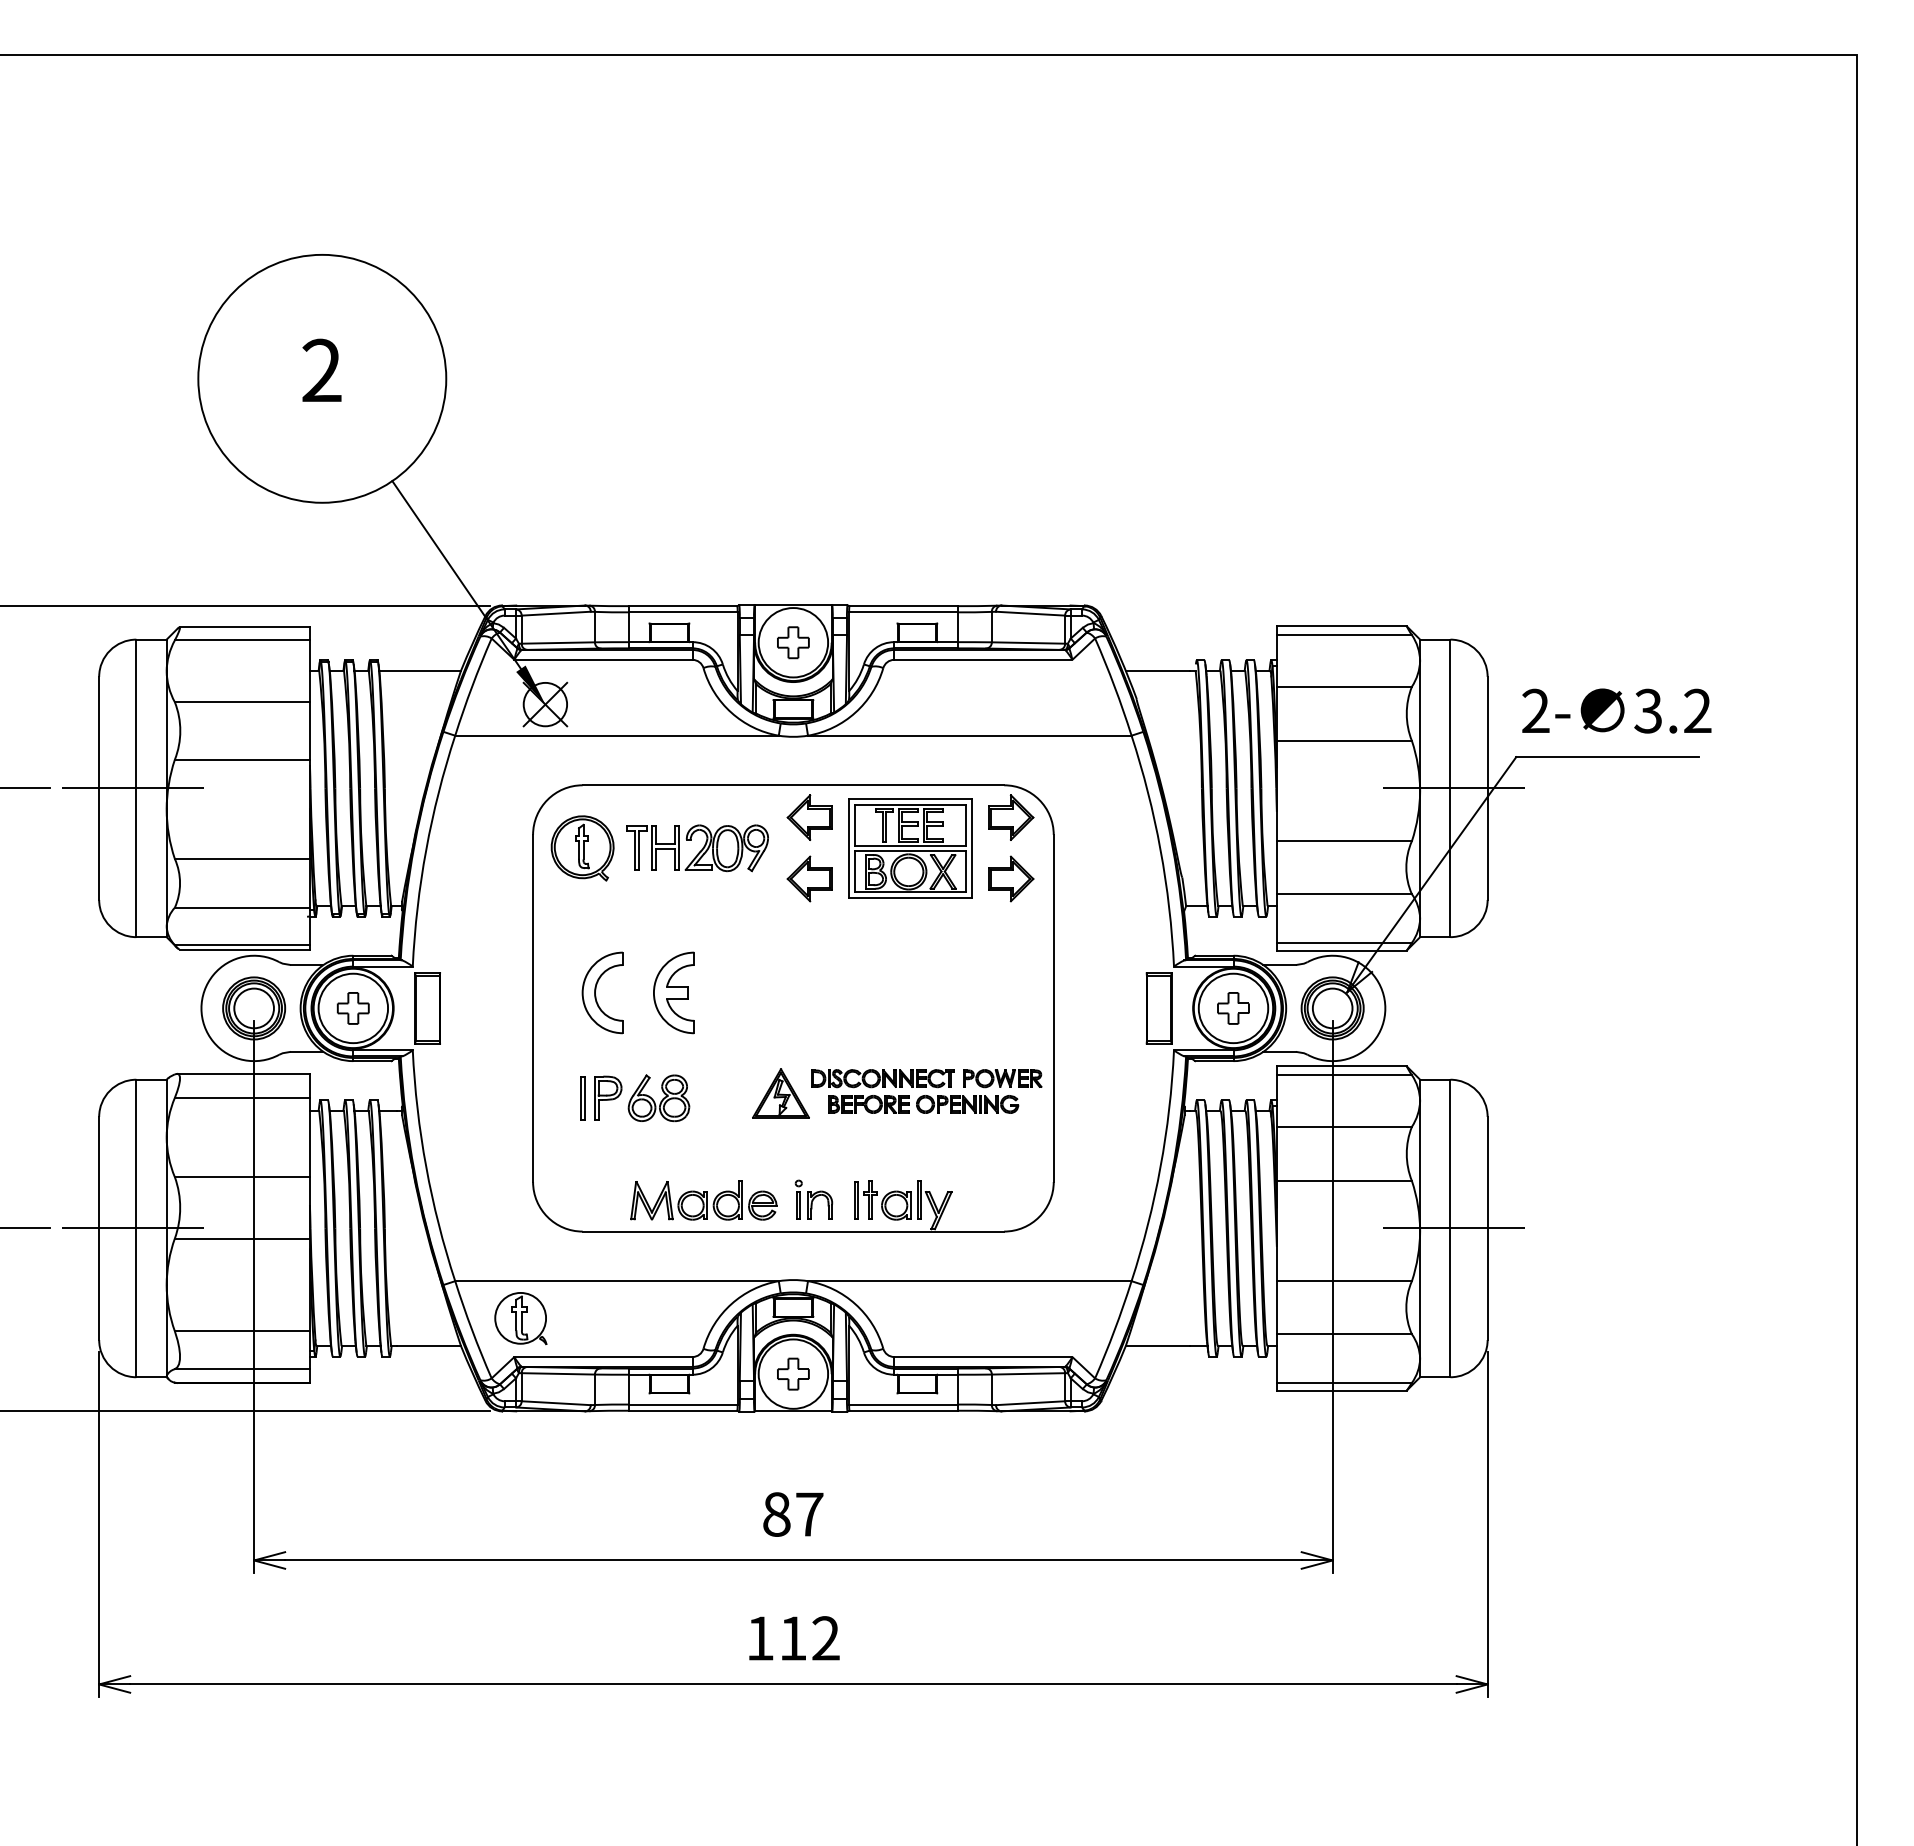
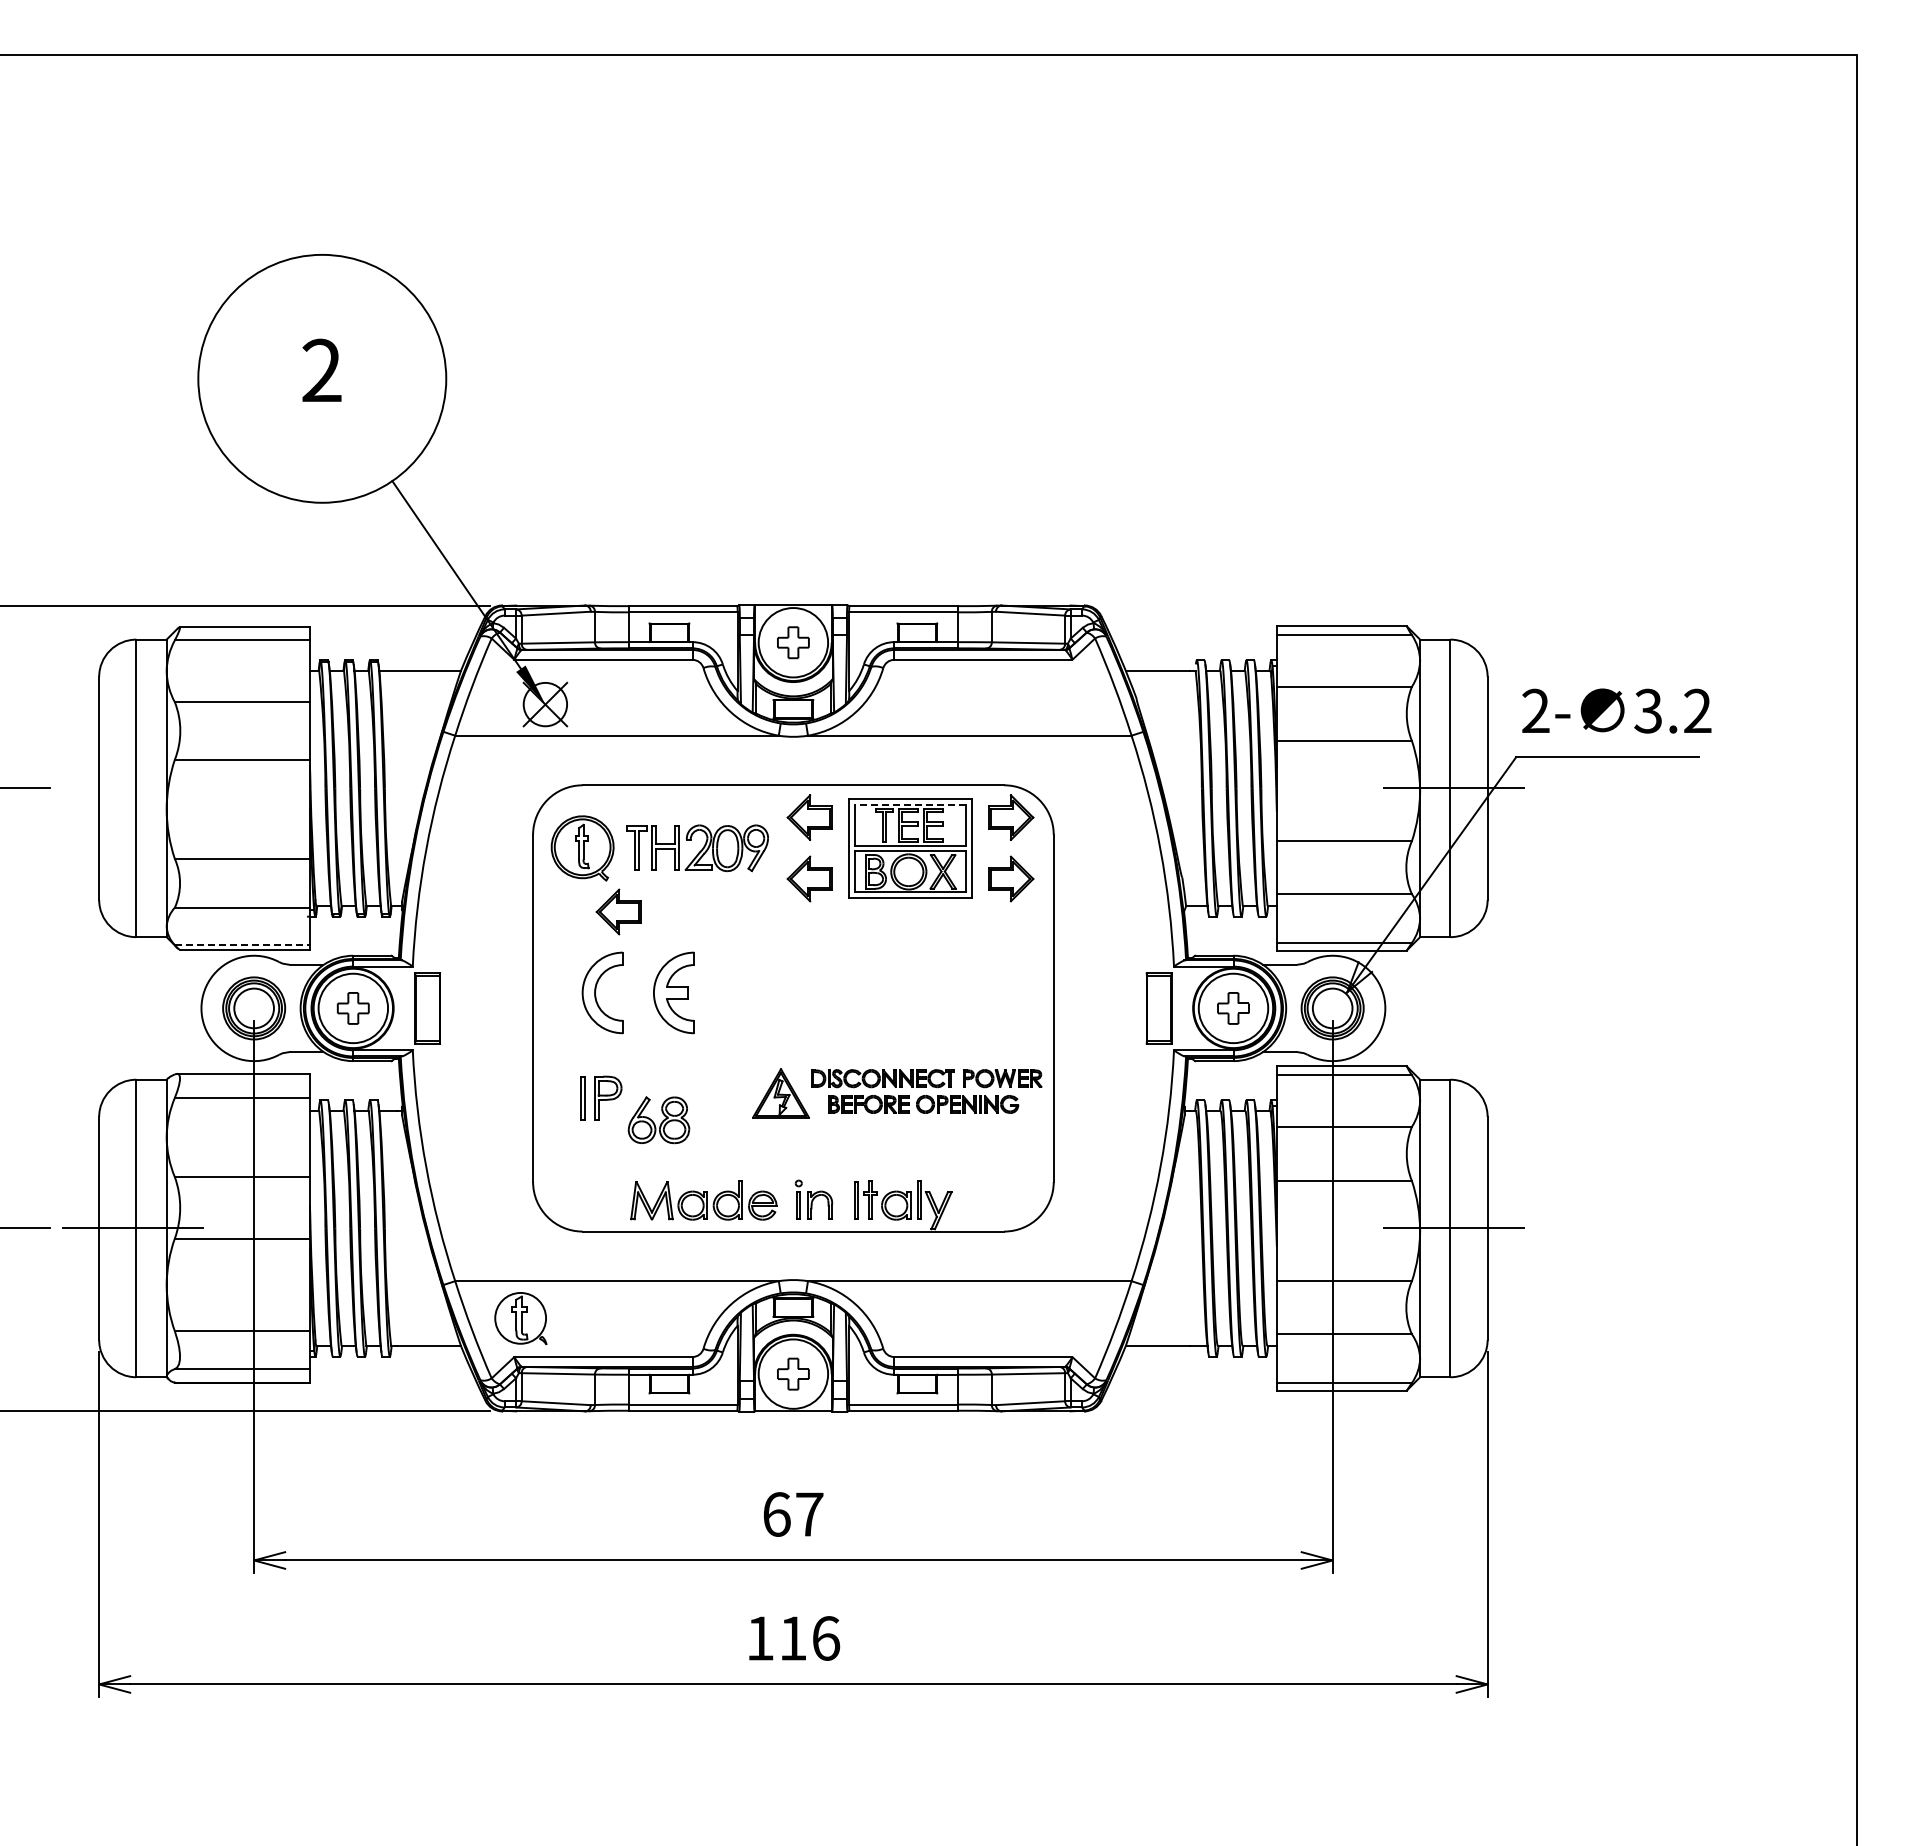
line at (132, 788): present -> none
line at (910, 804): solid -> dashed
part at (618, 911): none -> present
line at (242, 945): solid -> dashed
part at (658, 1098) position: (658, 1098) -> (658, 1120)
text at (776, 1514): 87 -> 67
text at (826, 1638): 112 -> 116
